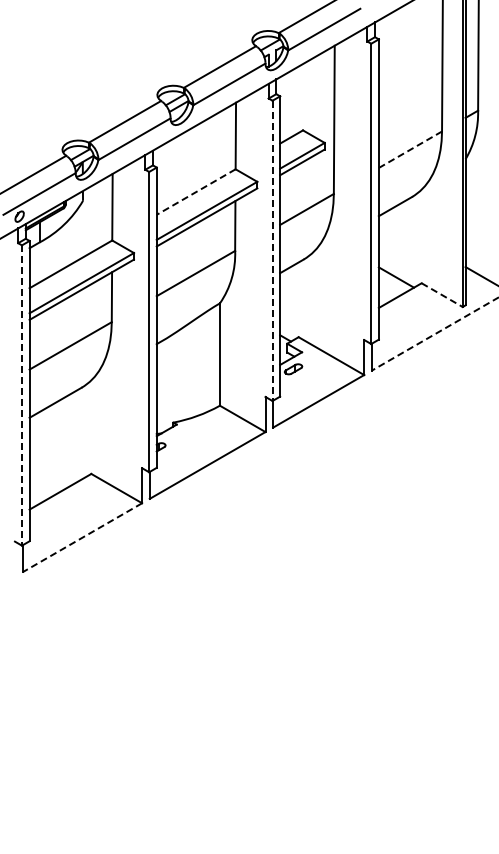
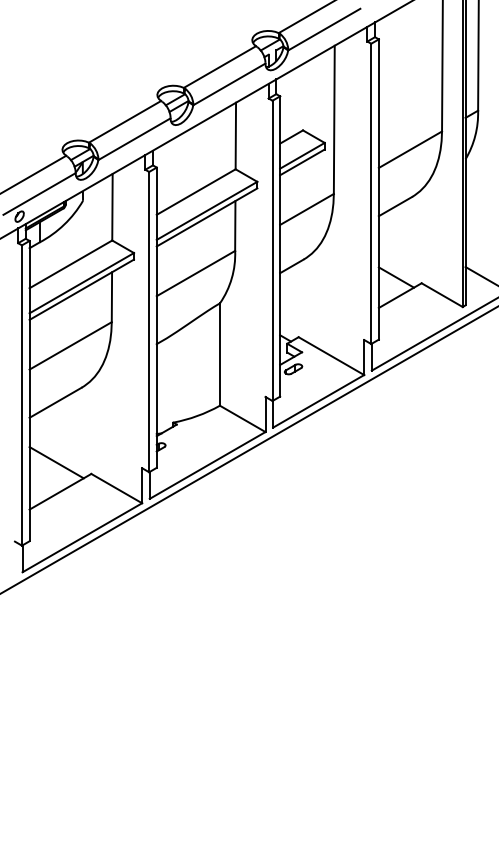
line at (410, 149): dashed -> solid
line at (196, 192): dashed -> solid
line at (272, 251): dashed -> solid
line at (442, 295): dashed -> solid
line at (434, 334): dashed -> solid
line at (21, 396): dashed -> solid
line at (248, 449): none -> present
line at (56, 462): none -> present
line at (81, 538): dashed -> solid
